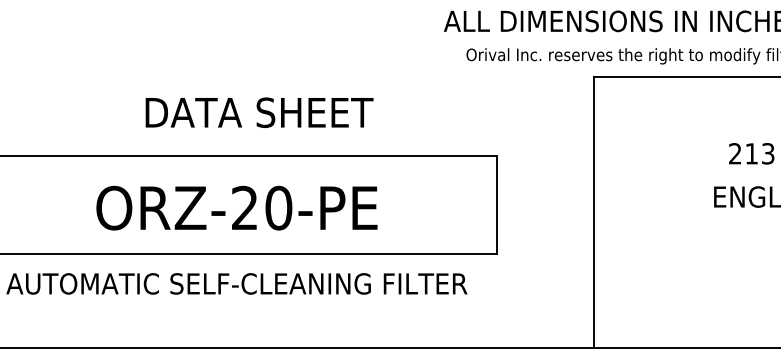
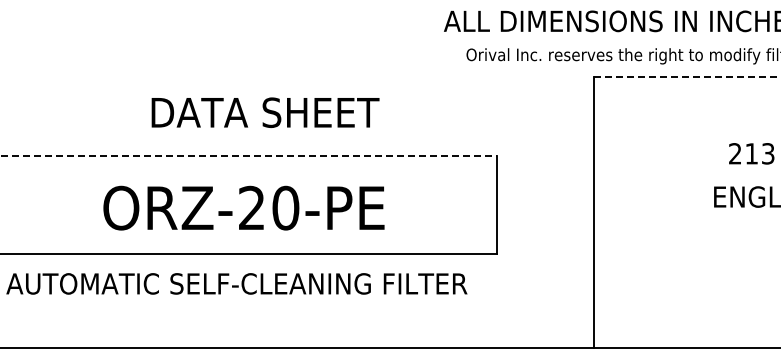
line at (687, 76): solid -> dashed
text at (259, 112) position: (259, 112) -> (265, 112)
line at (248, 155): solid -> dashed
text at (236, 207) position: (236, 207) -> (243, 207)
